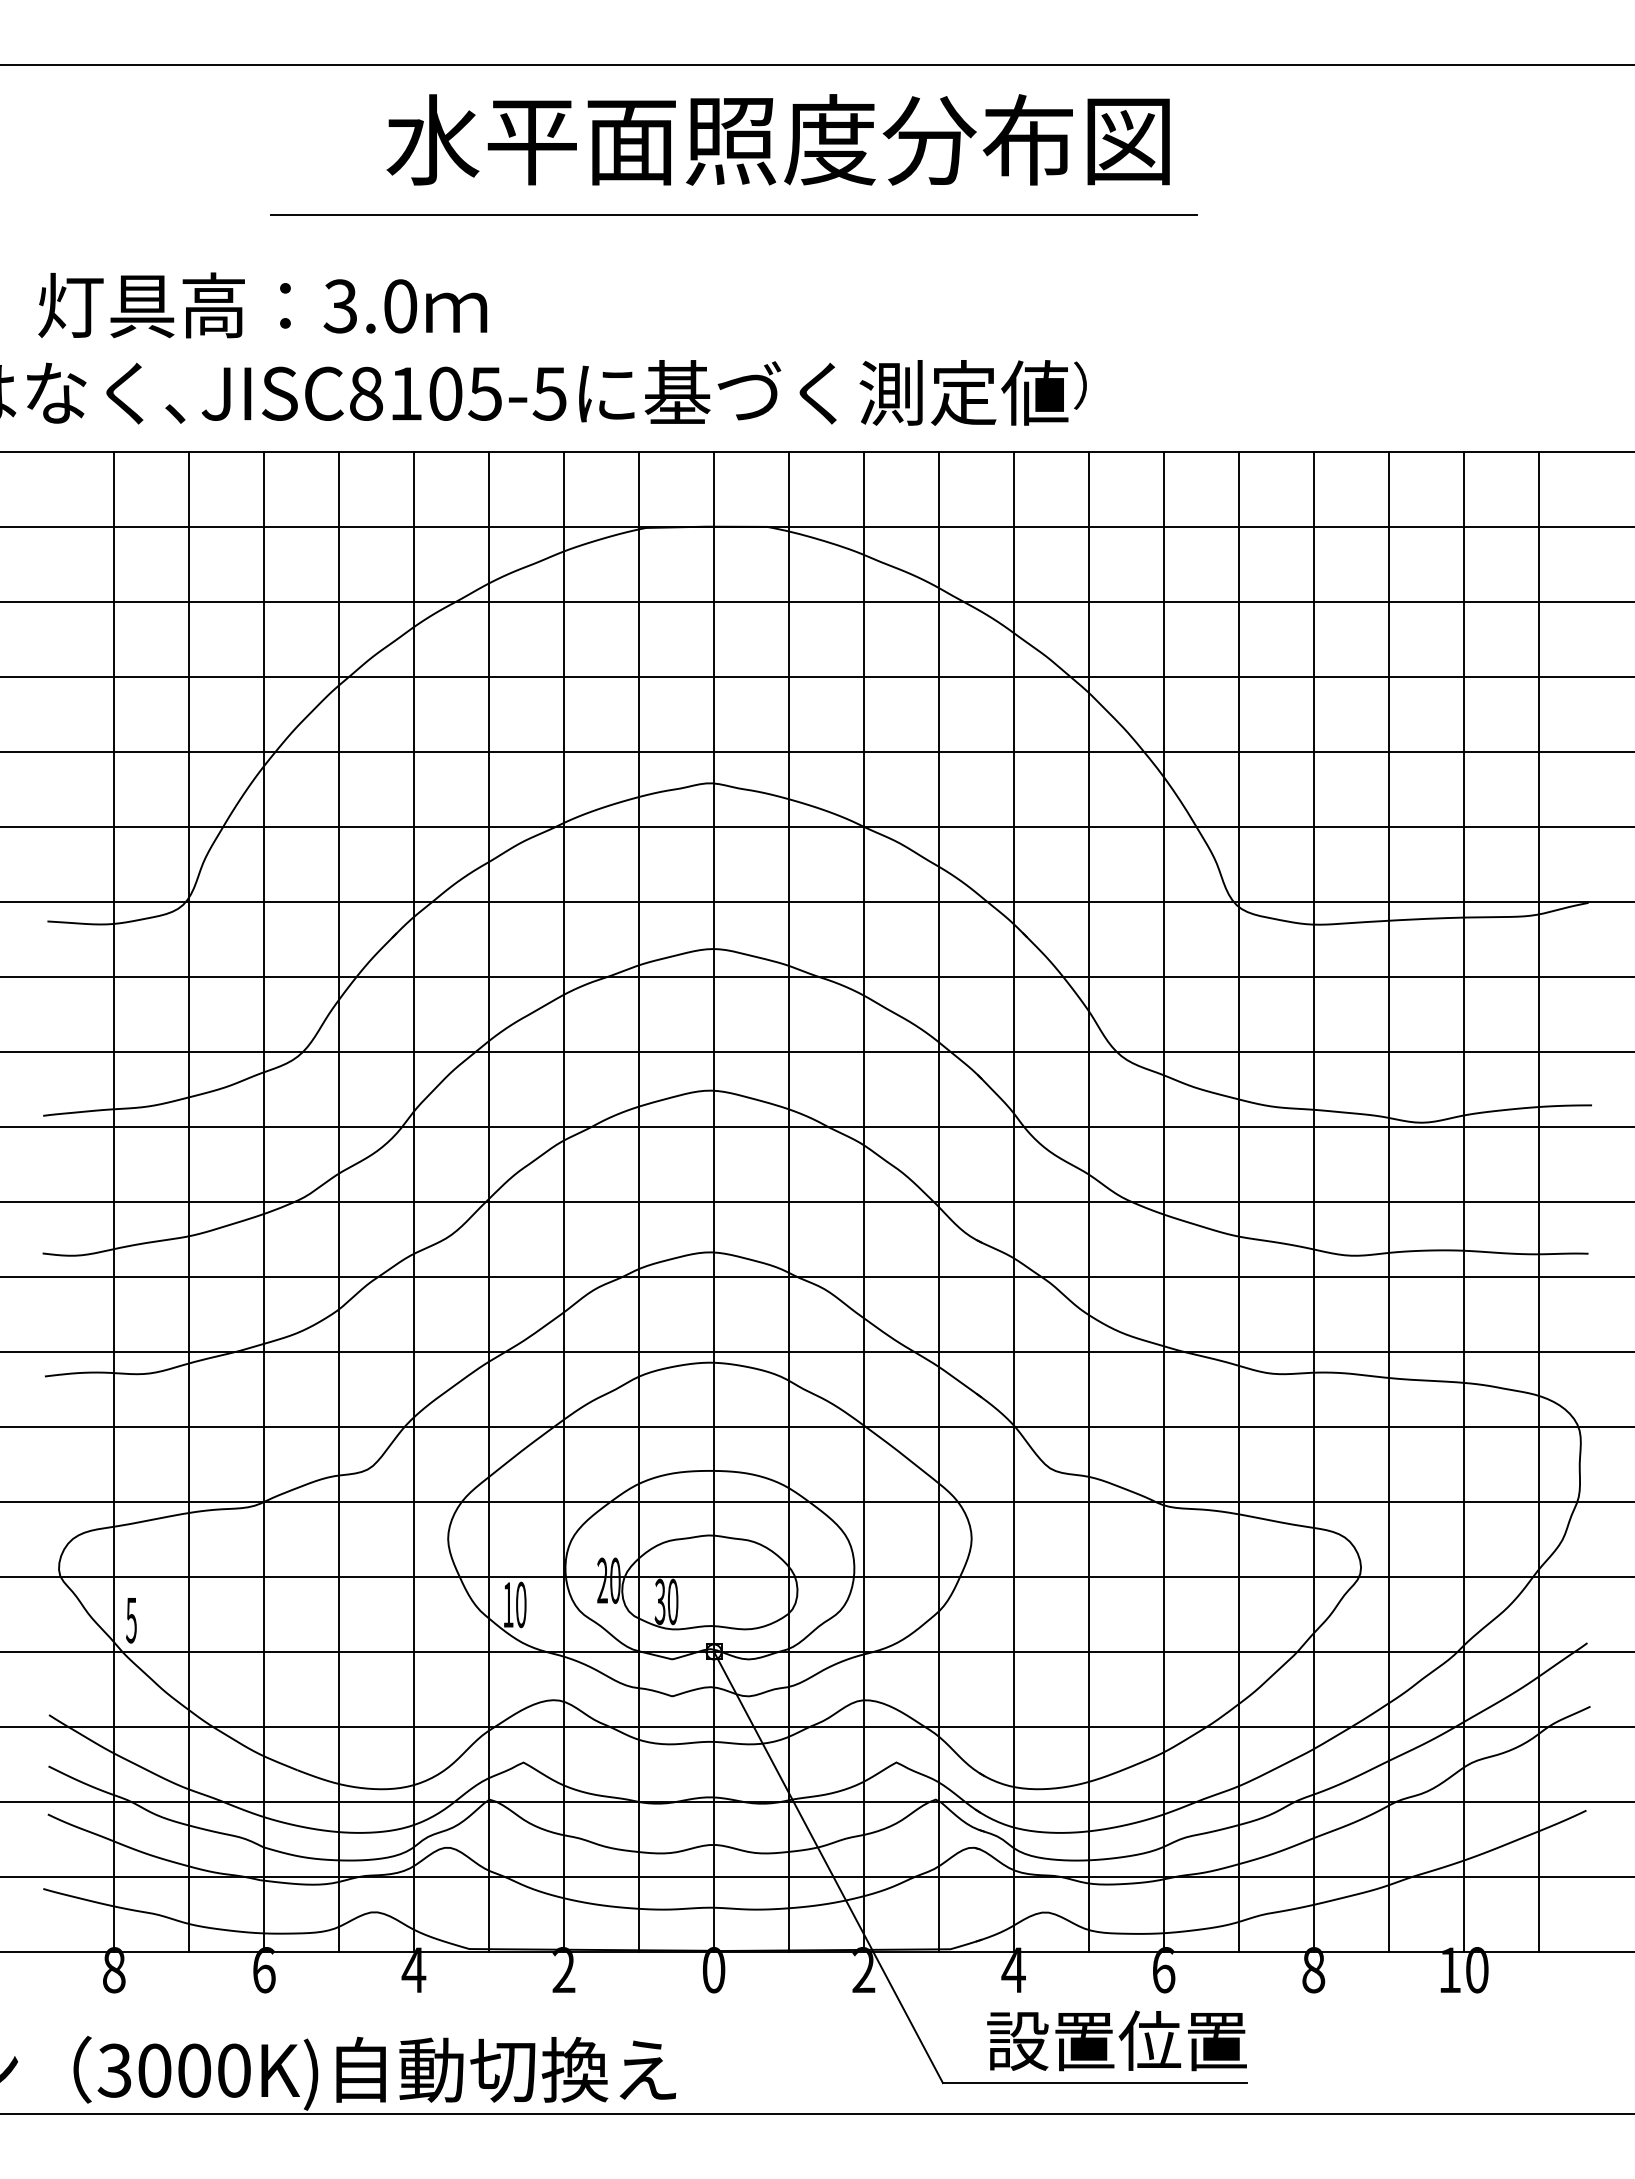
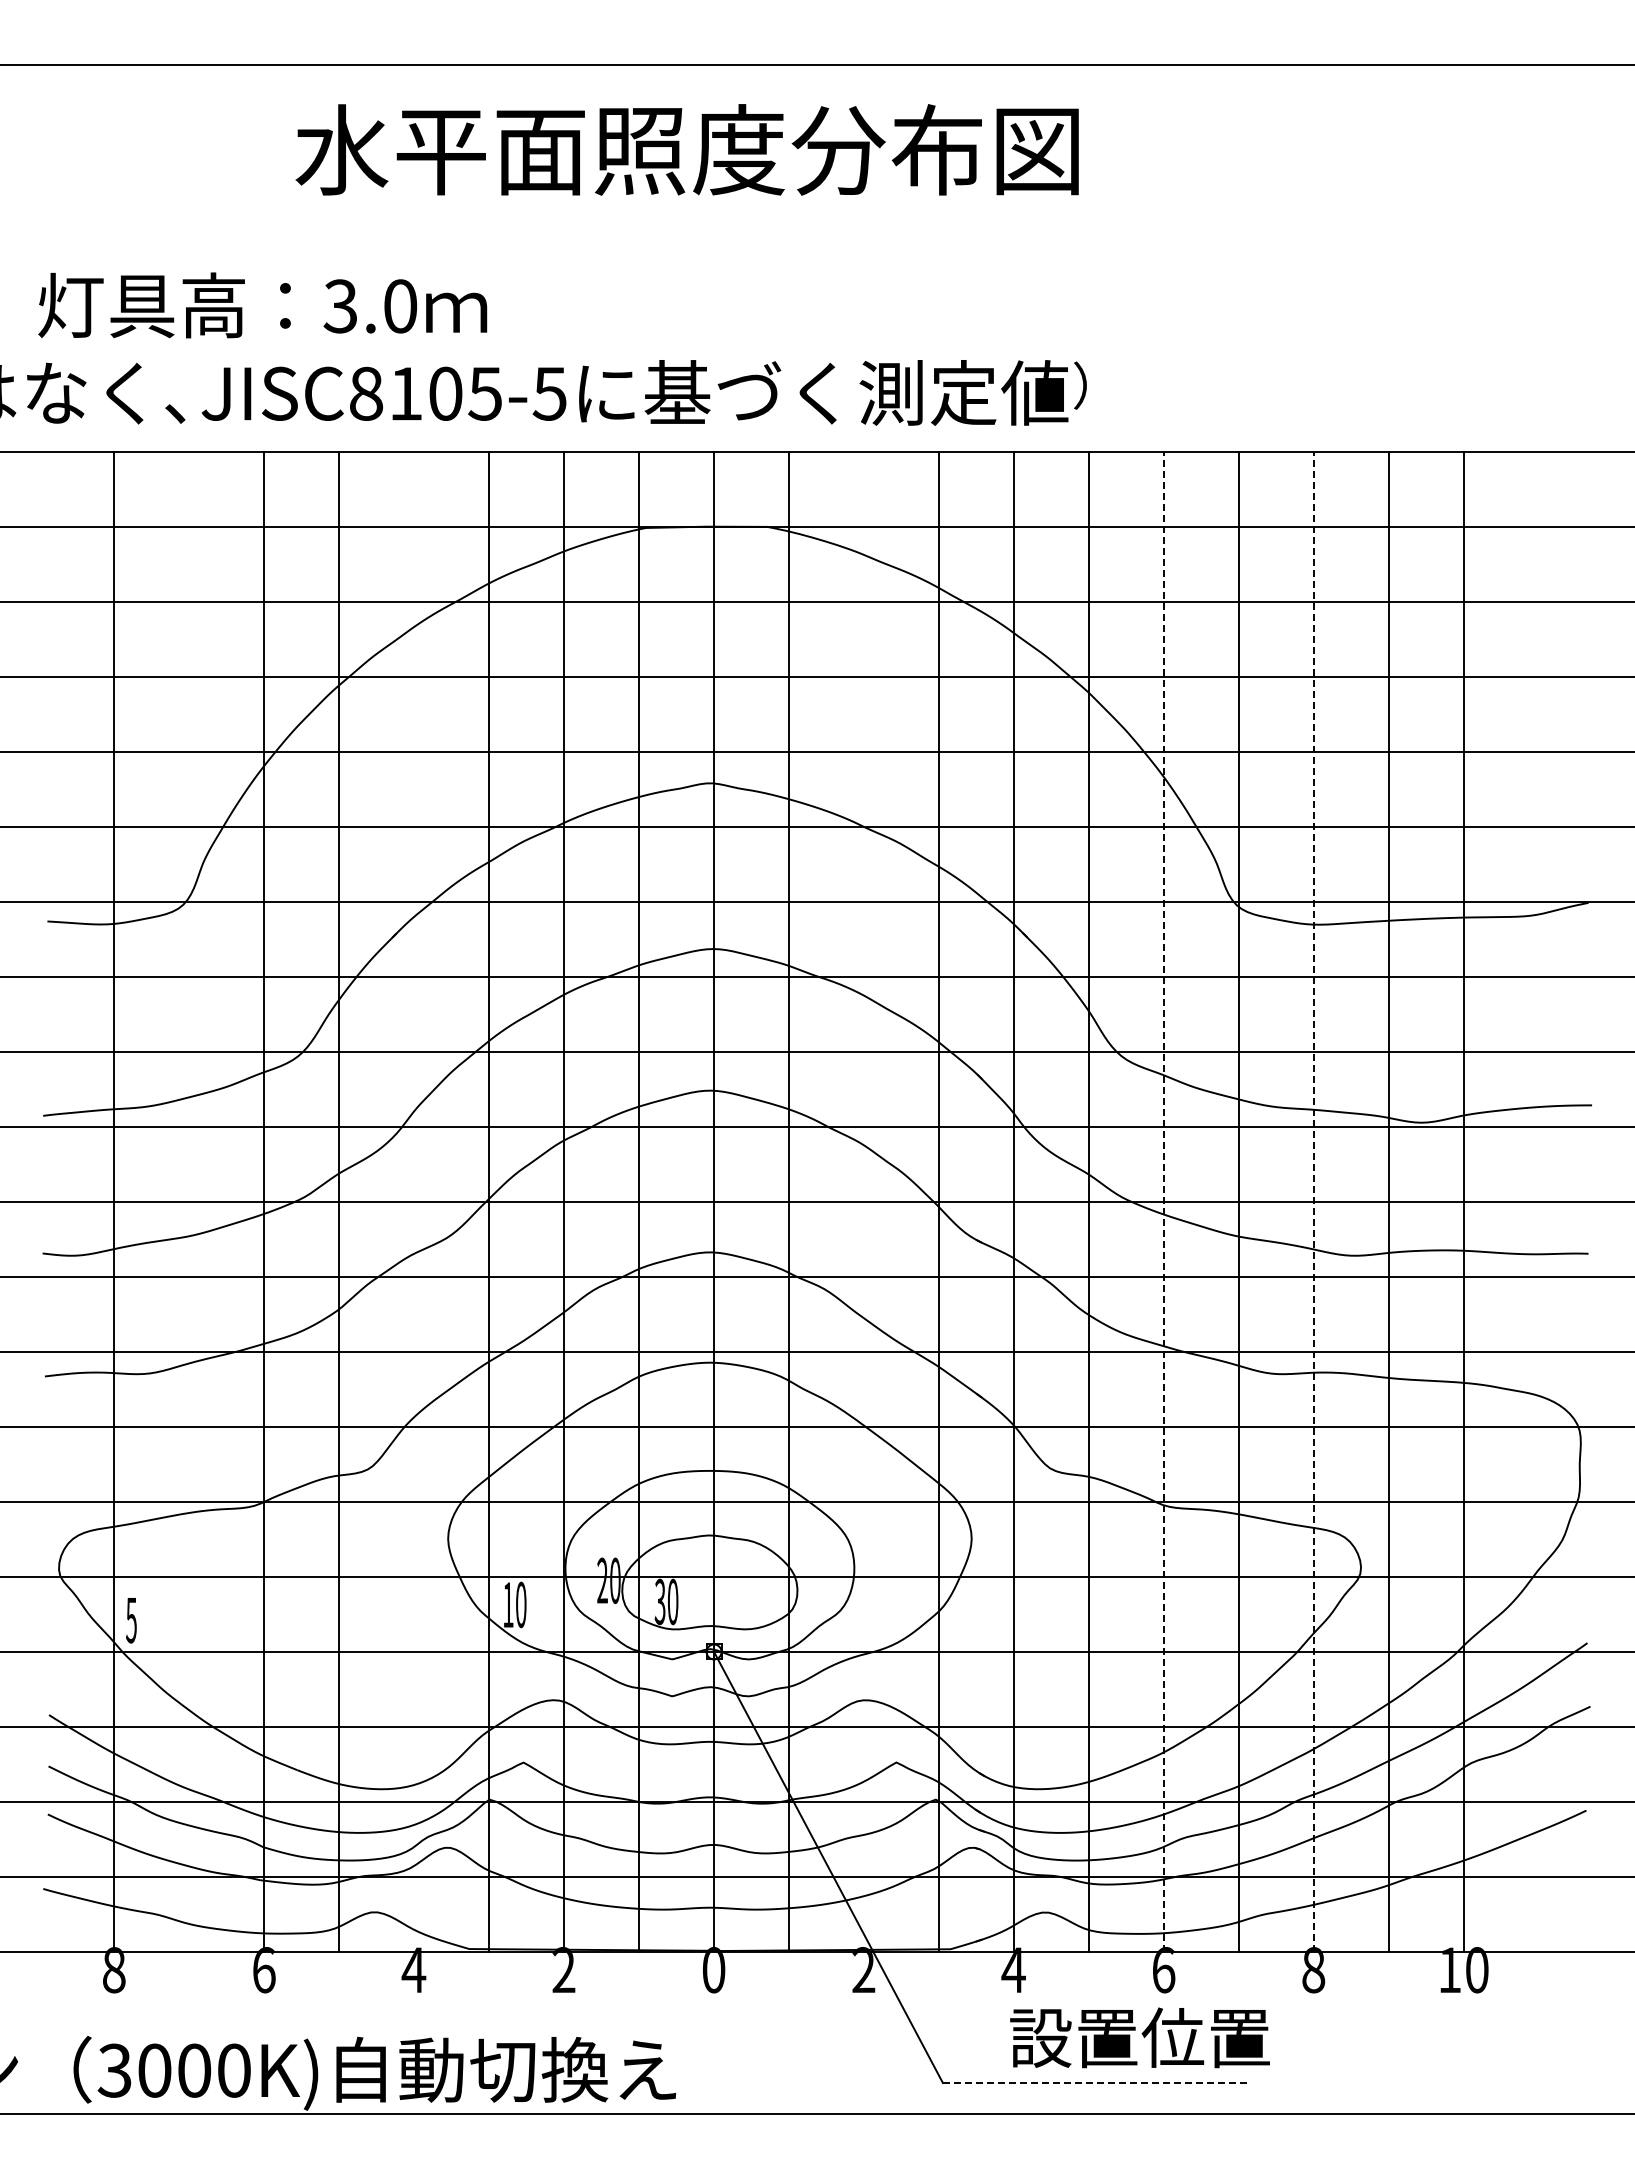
text at (777, 139) position: (777, 139) -> (686, 149)
line at (733, 215): present -> none
line at (189, 1201): present -> none
line at (414, 1201): present -> none
line at (864, 1201): present -> none
line at (1538, 1201): present -> none
line at (1163, 1202): solid -> dashed
line at (1313, 1202): solid -> dashed
text at (1116, 2040) position: (1116, 2040) -> (1139, 2037)
line at (1095, 2083): solid -> dashed
